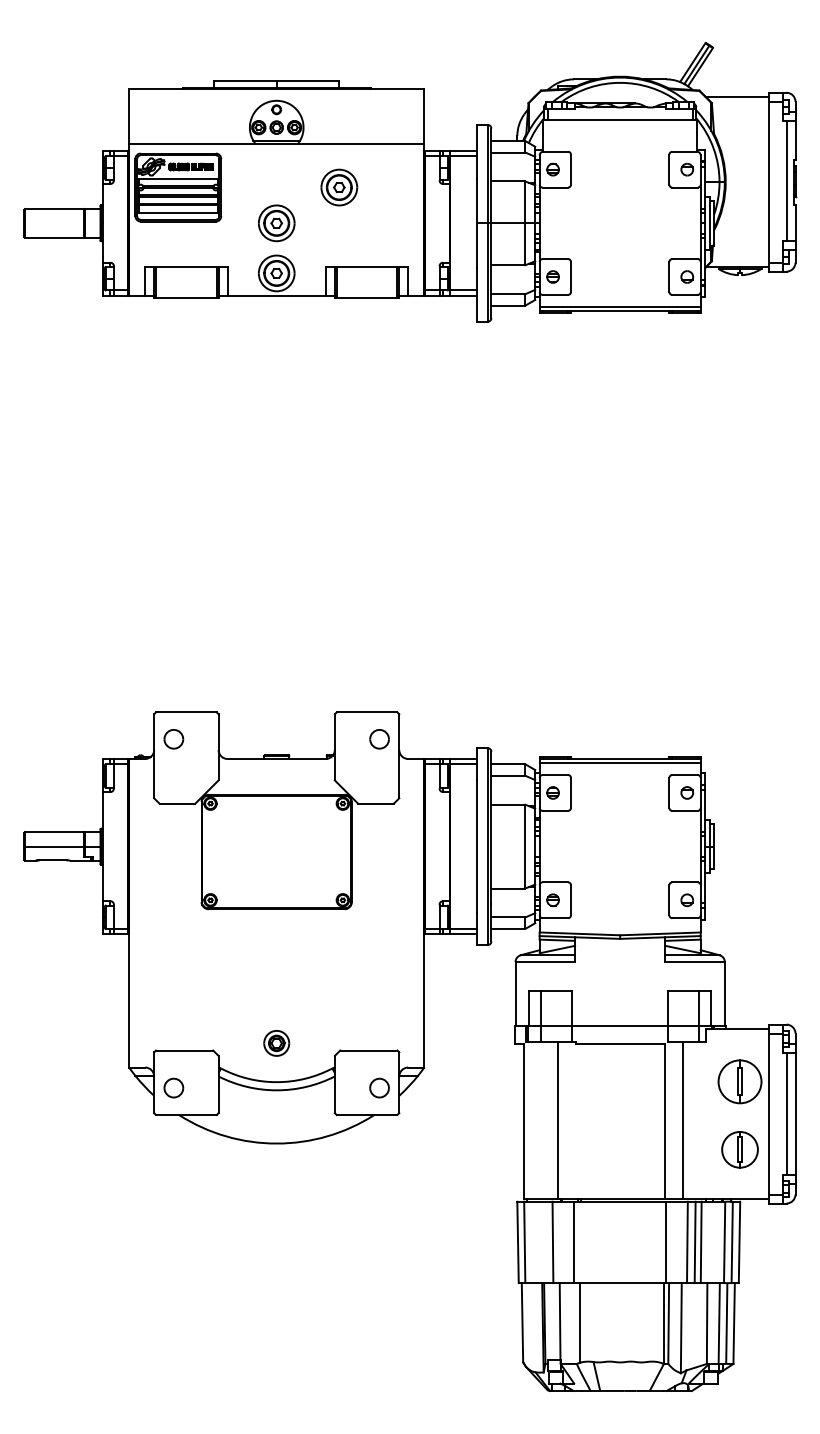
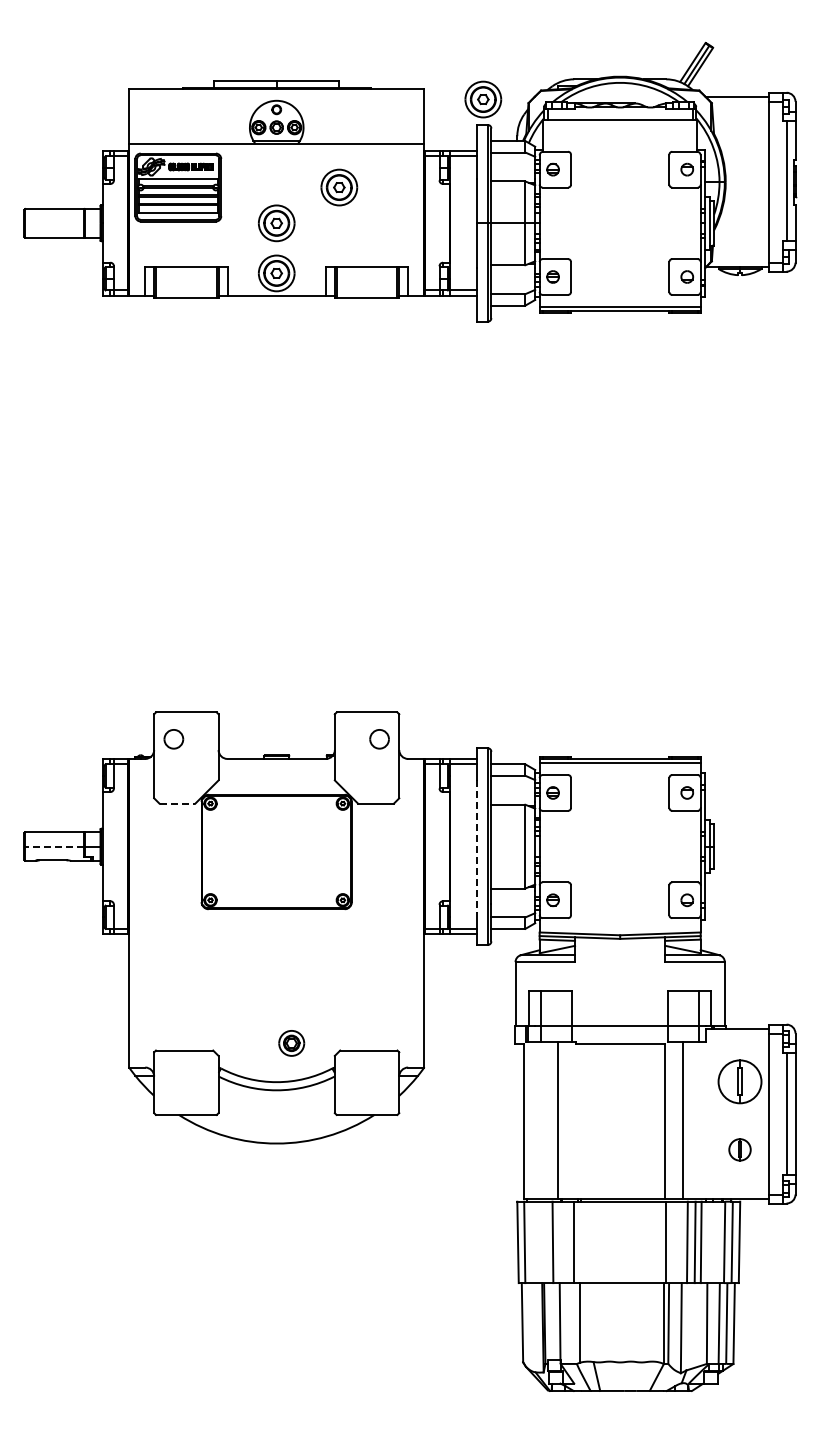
part at (483, 99): none -> present
line at (177, 803): solid -> dashed
line at (54, 846): solid -> dashed
line at (477, 846): solid -> dashed
part at (276, 1043) position: (276, 1043) -> (291, 1043)
part at (173, 1087): present -> none
part at (379, 1087): present -> none
part at (739, 1149) size: 38x38 px -> 24x24 px
